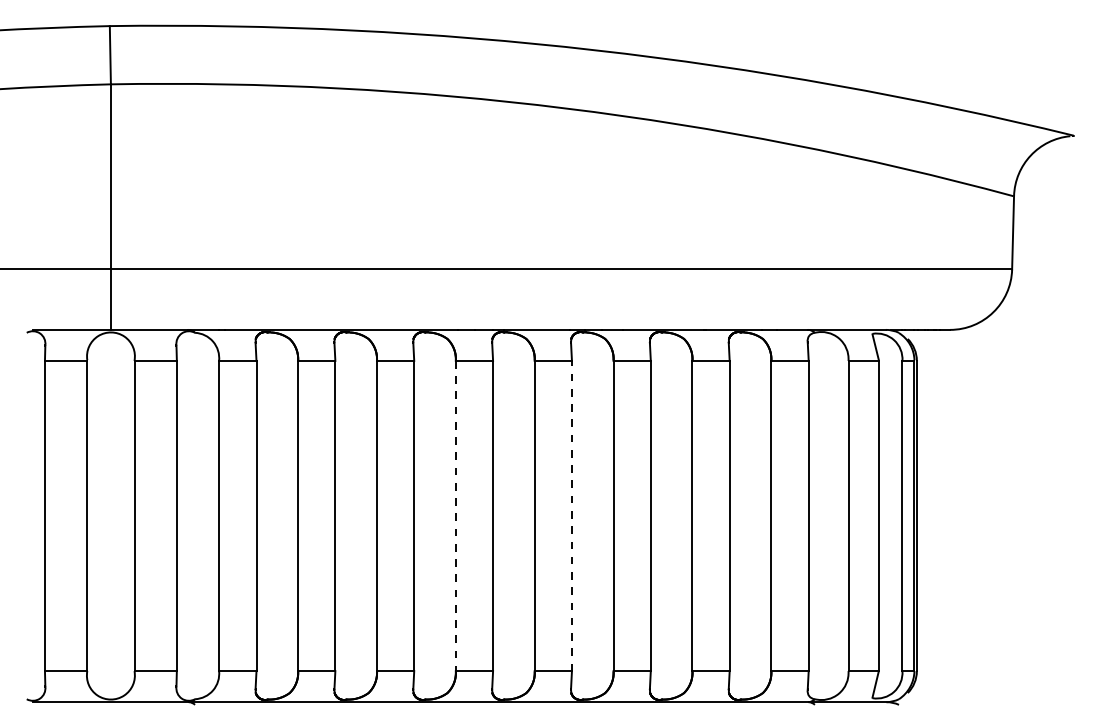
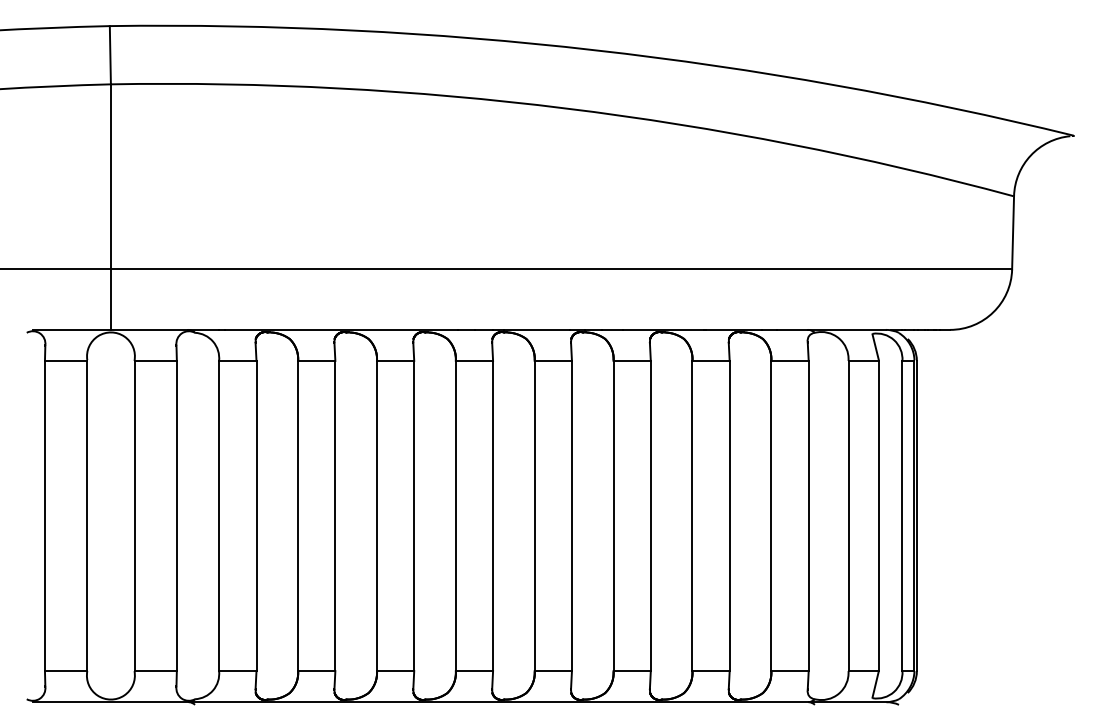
line at (571, 515): dashed -> solid
line at (455, 516): dashed -> solid
